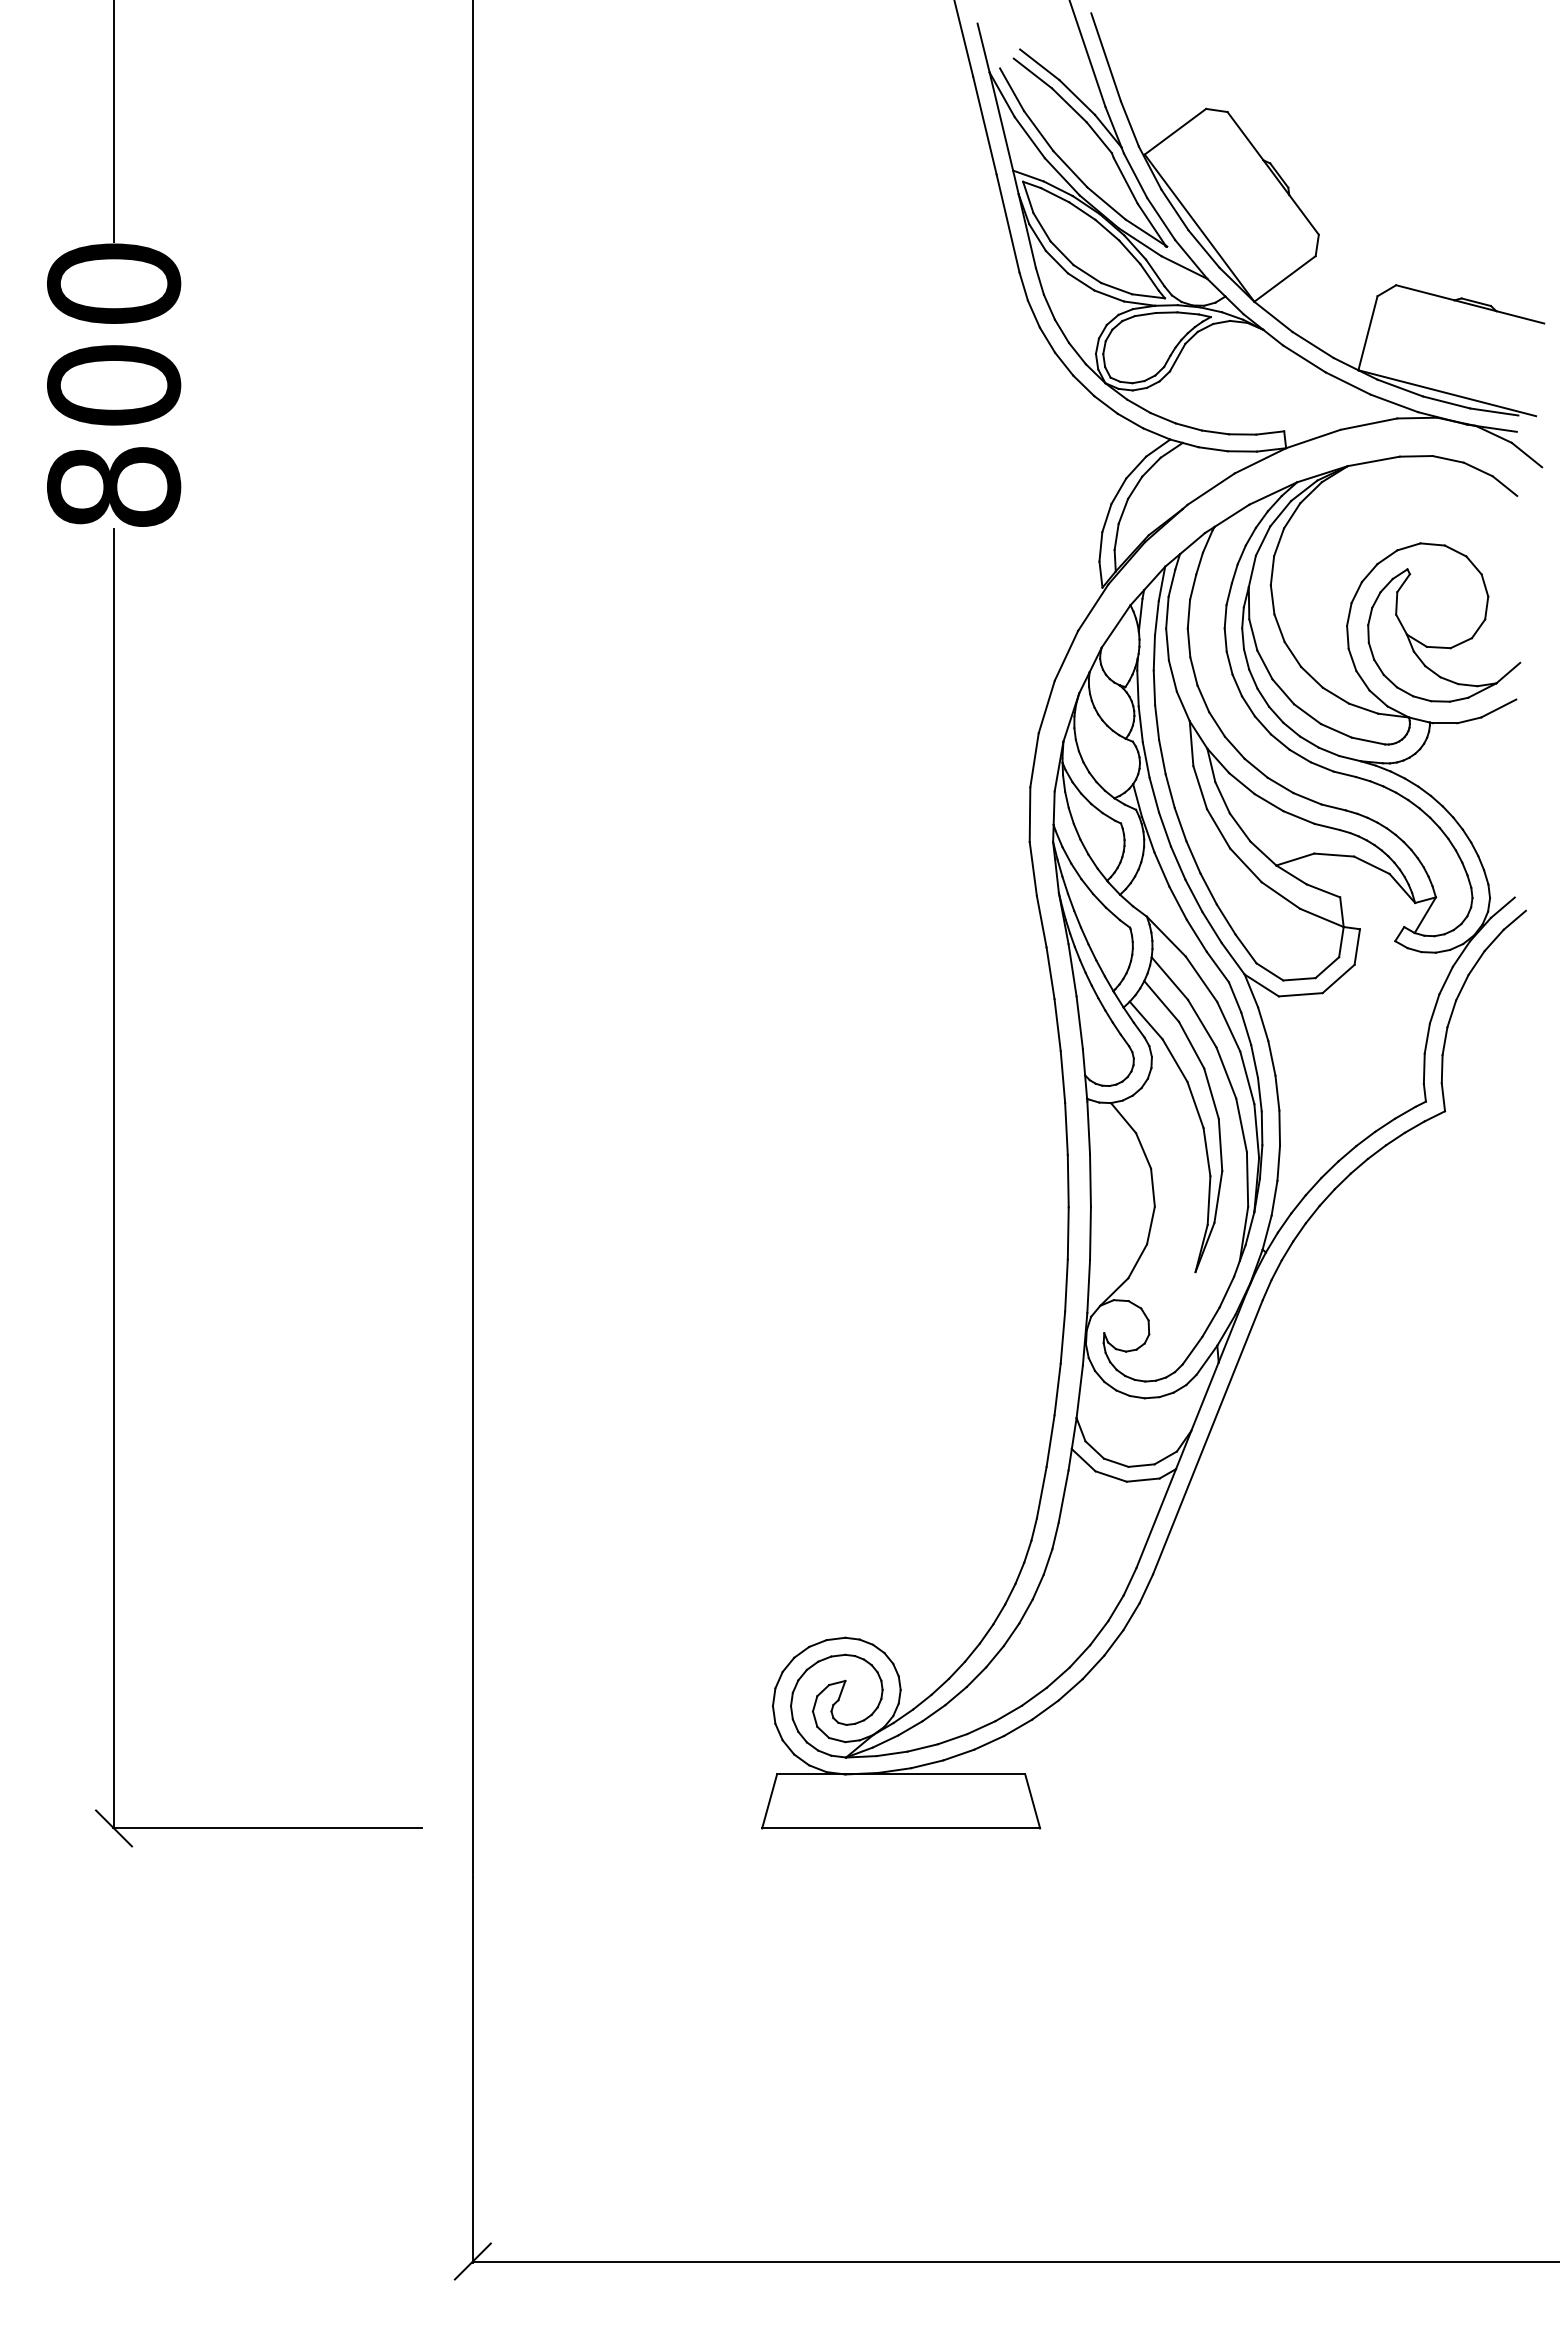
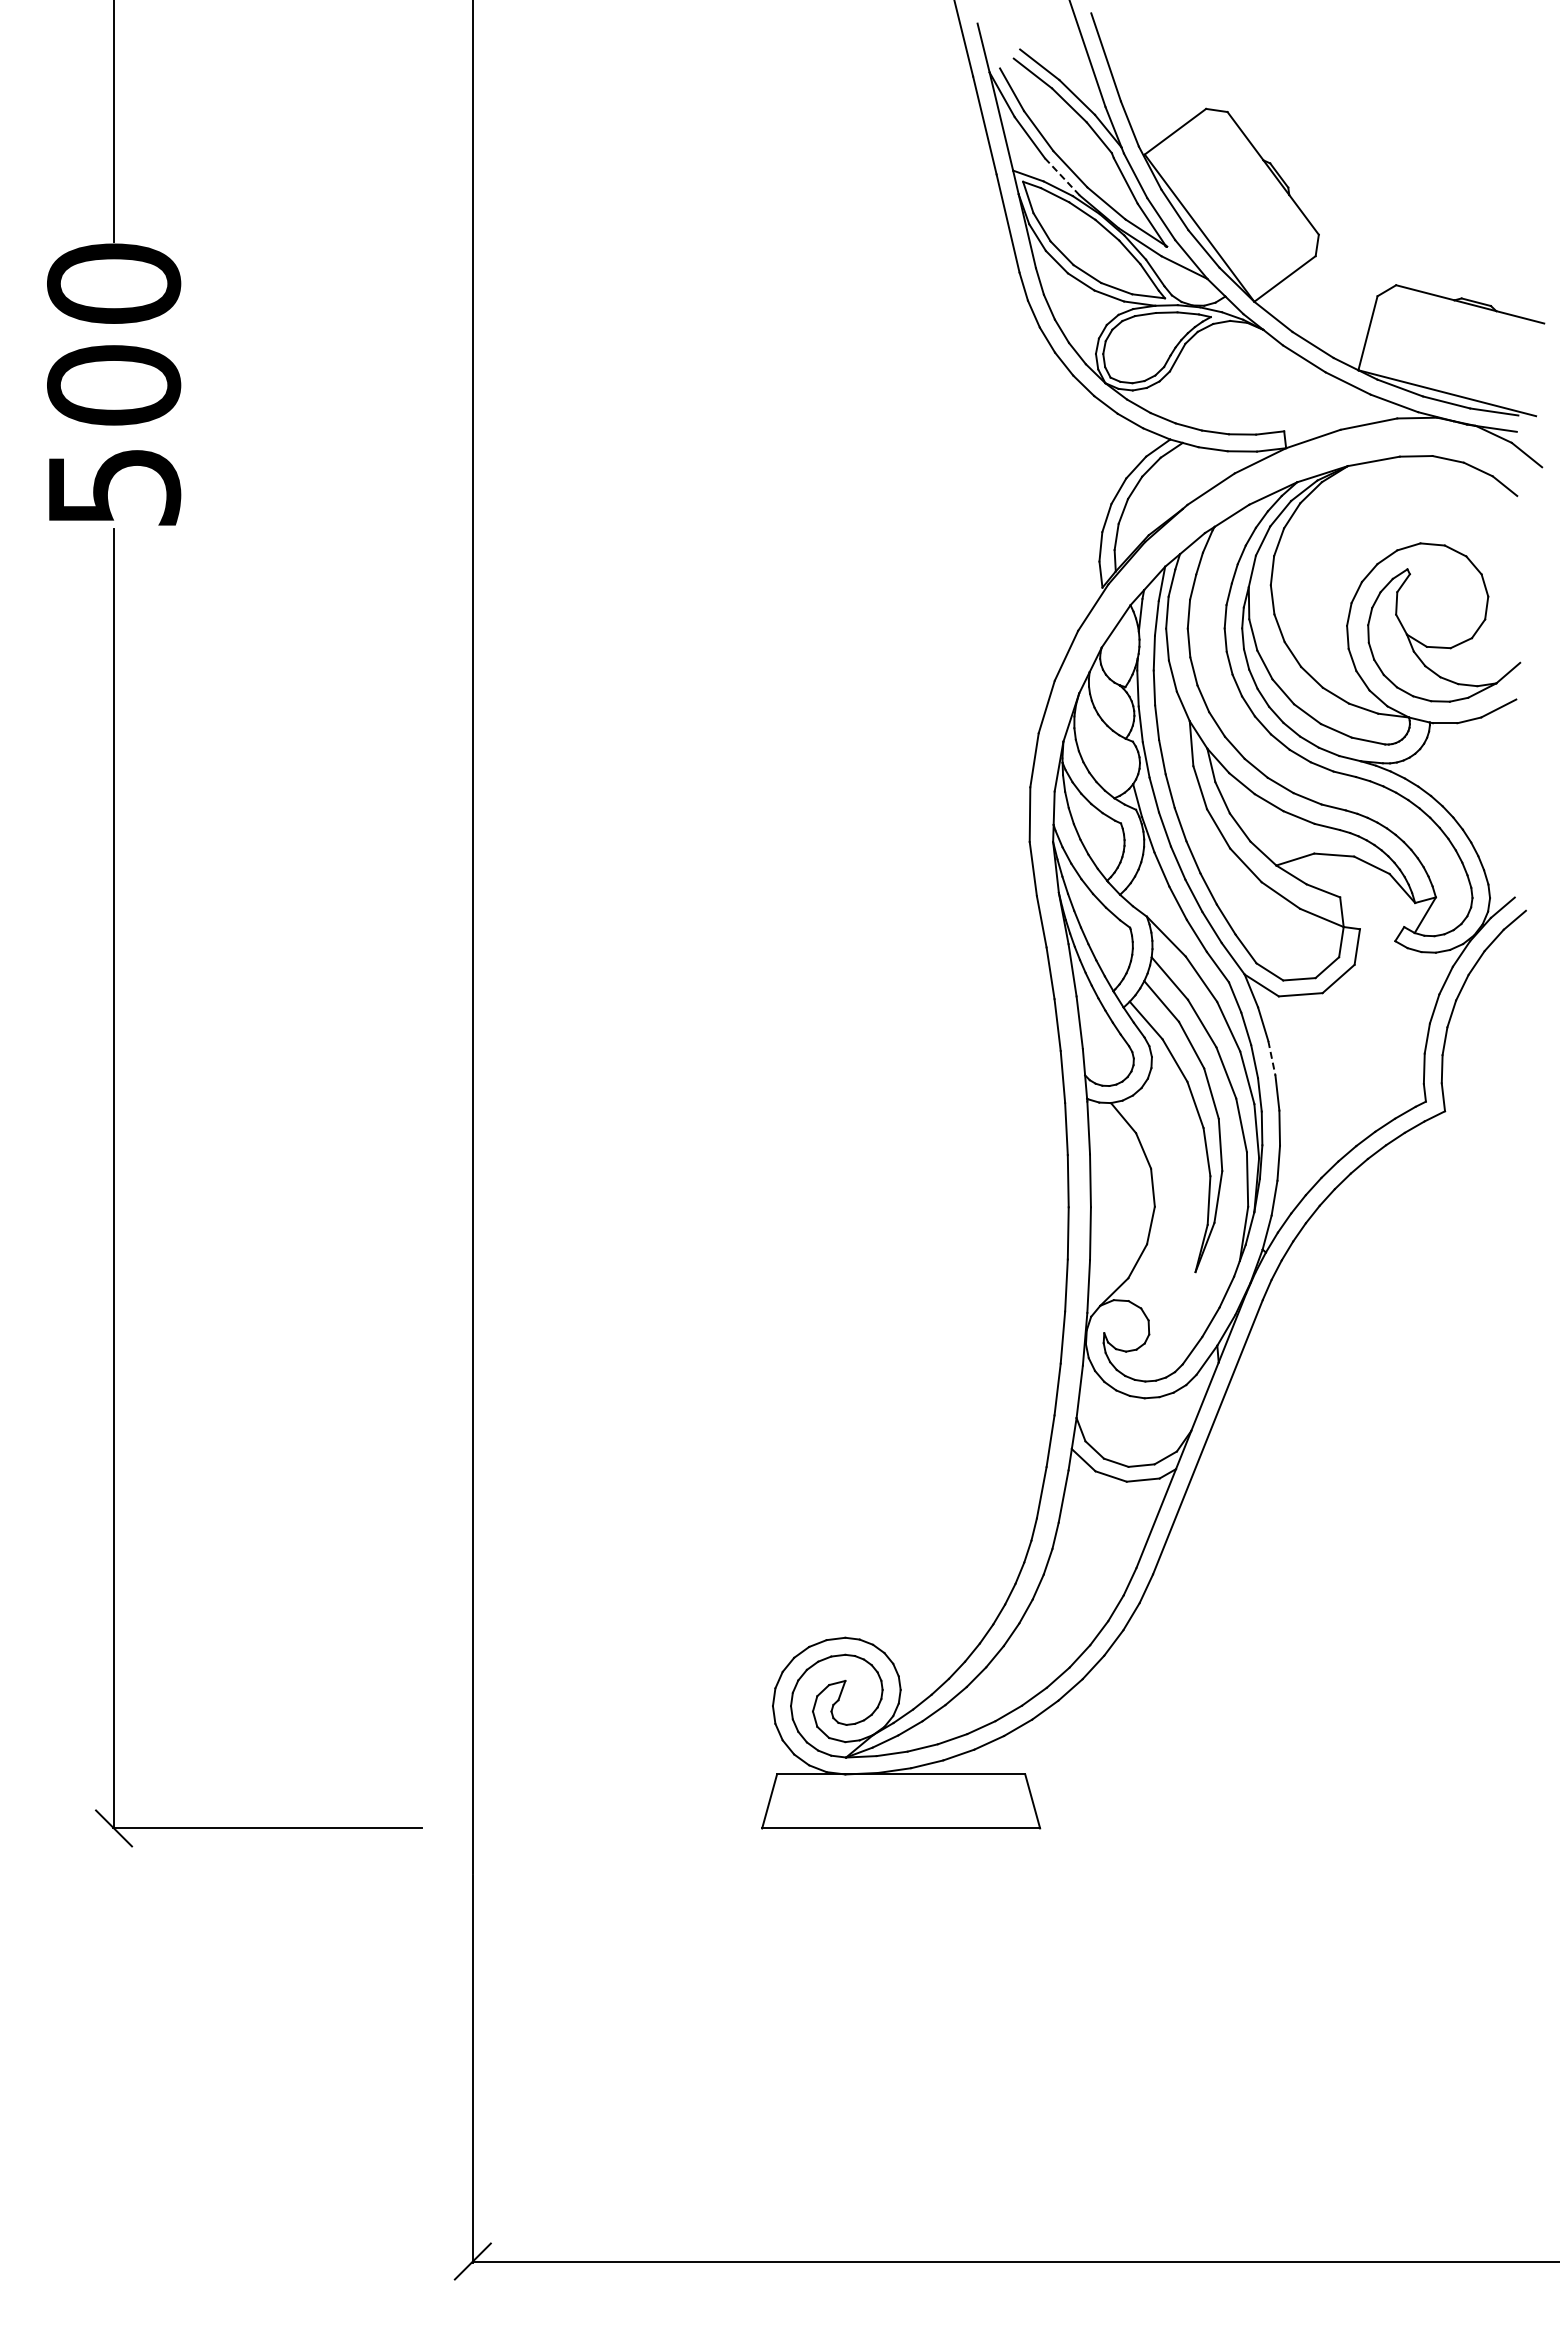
line at (1062, 176): solid -> dashed
text at (114, 486): 800 -> 500
line at (1271, 1058): solid -> dashed
